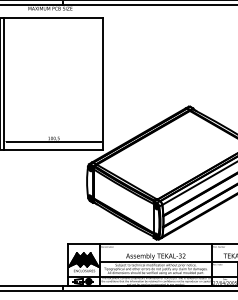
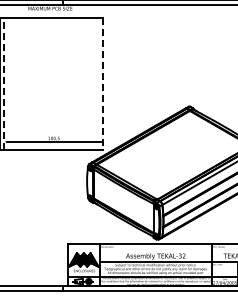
line at (4, 83): solid -> dashed
line at (102, 84): solid -> dashed
